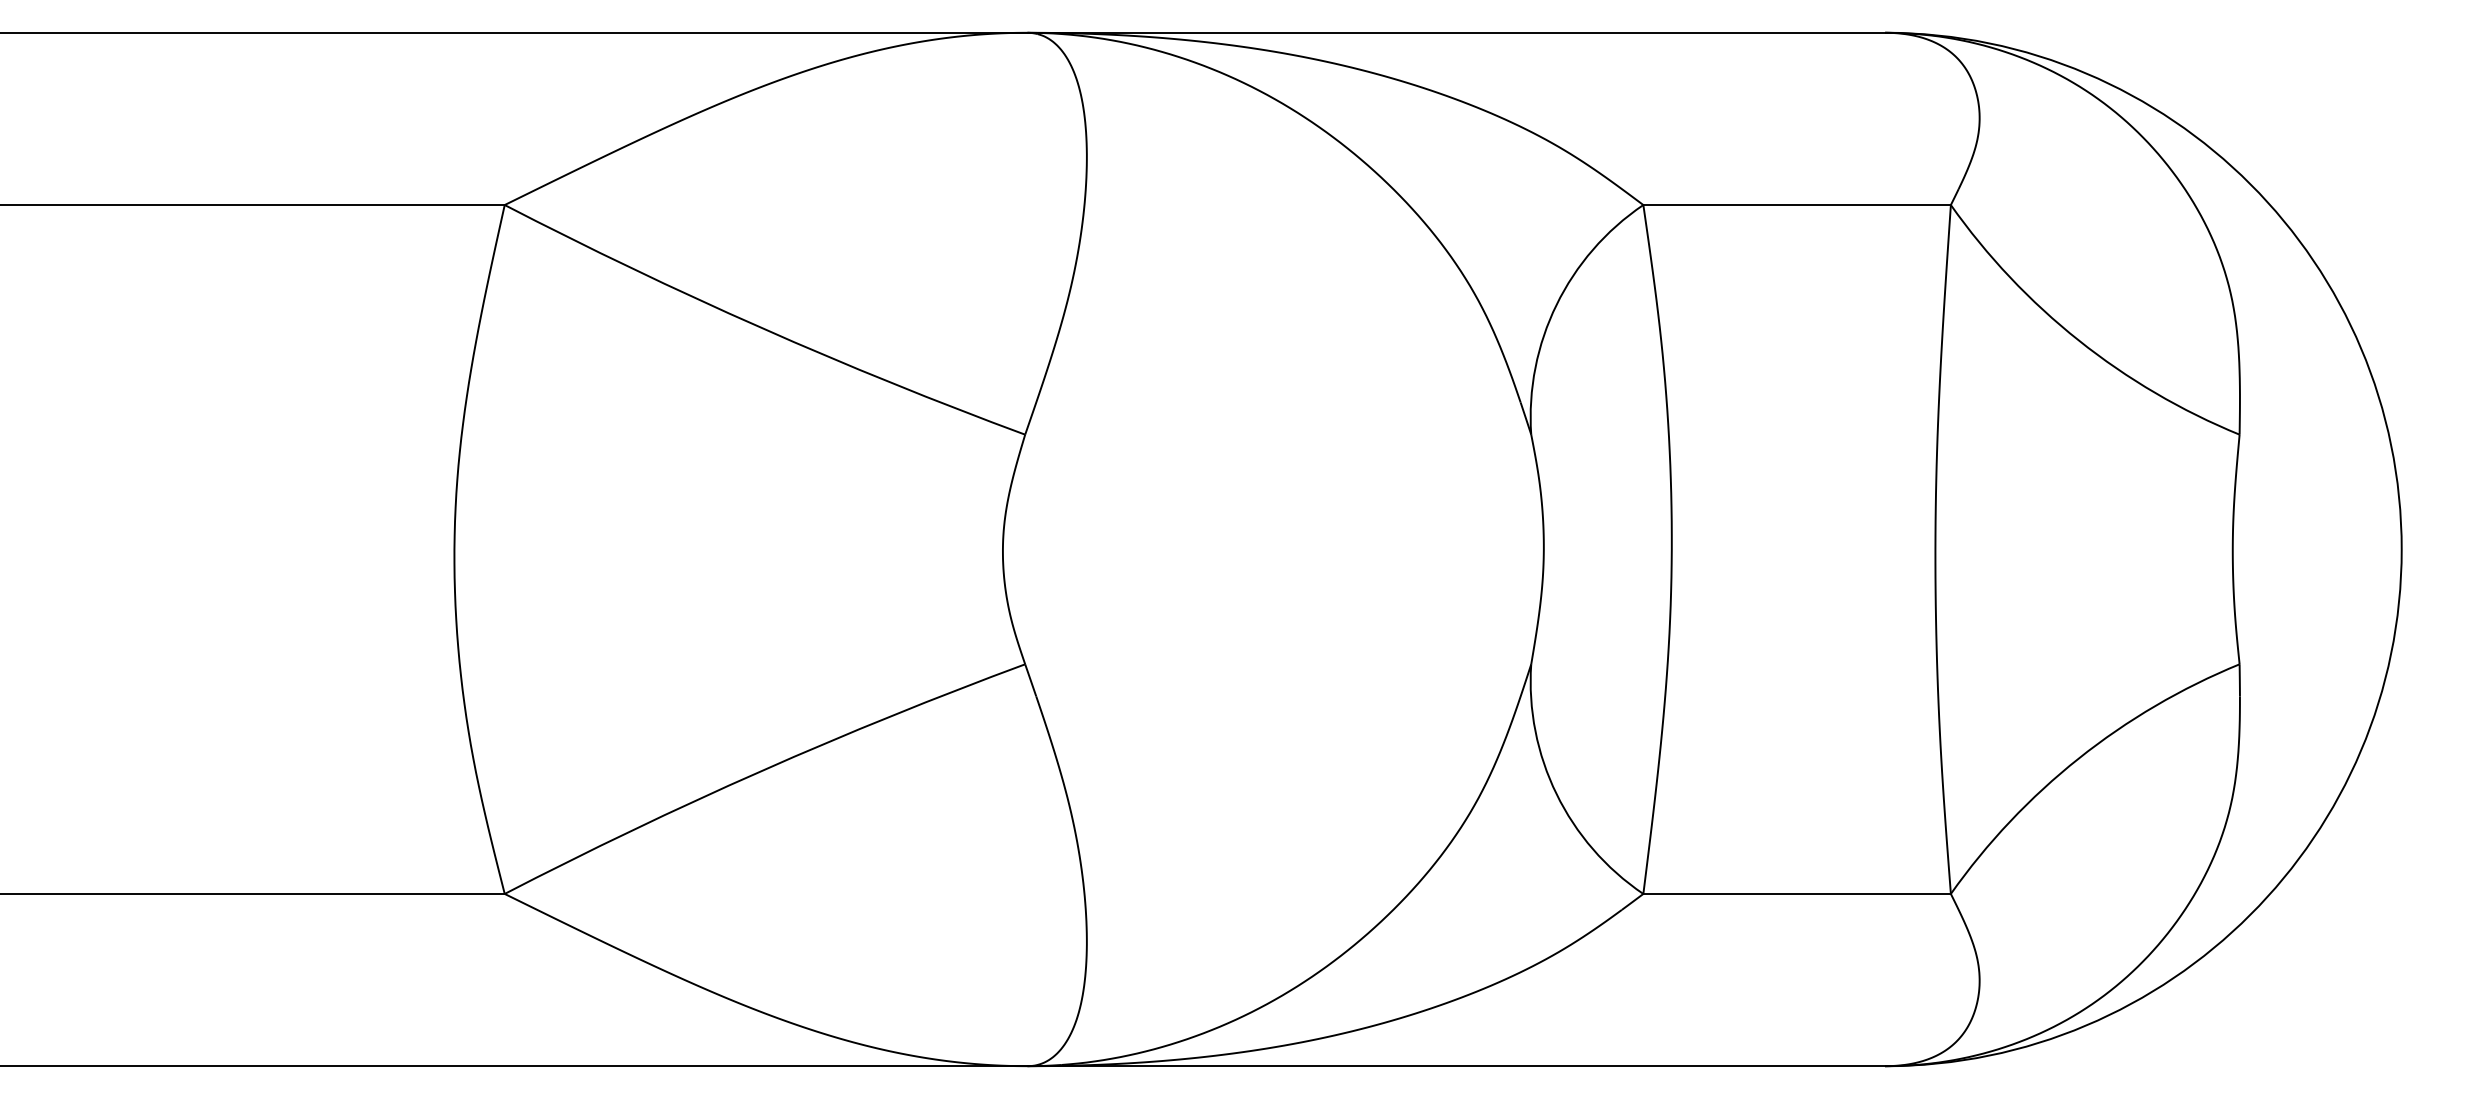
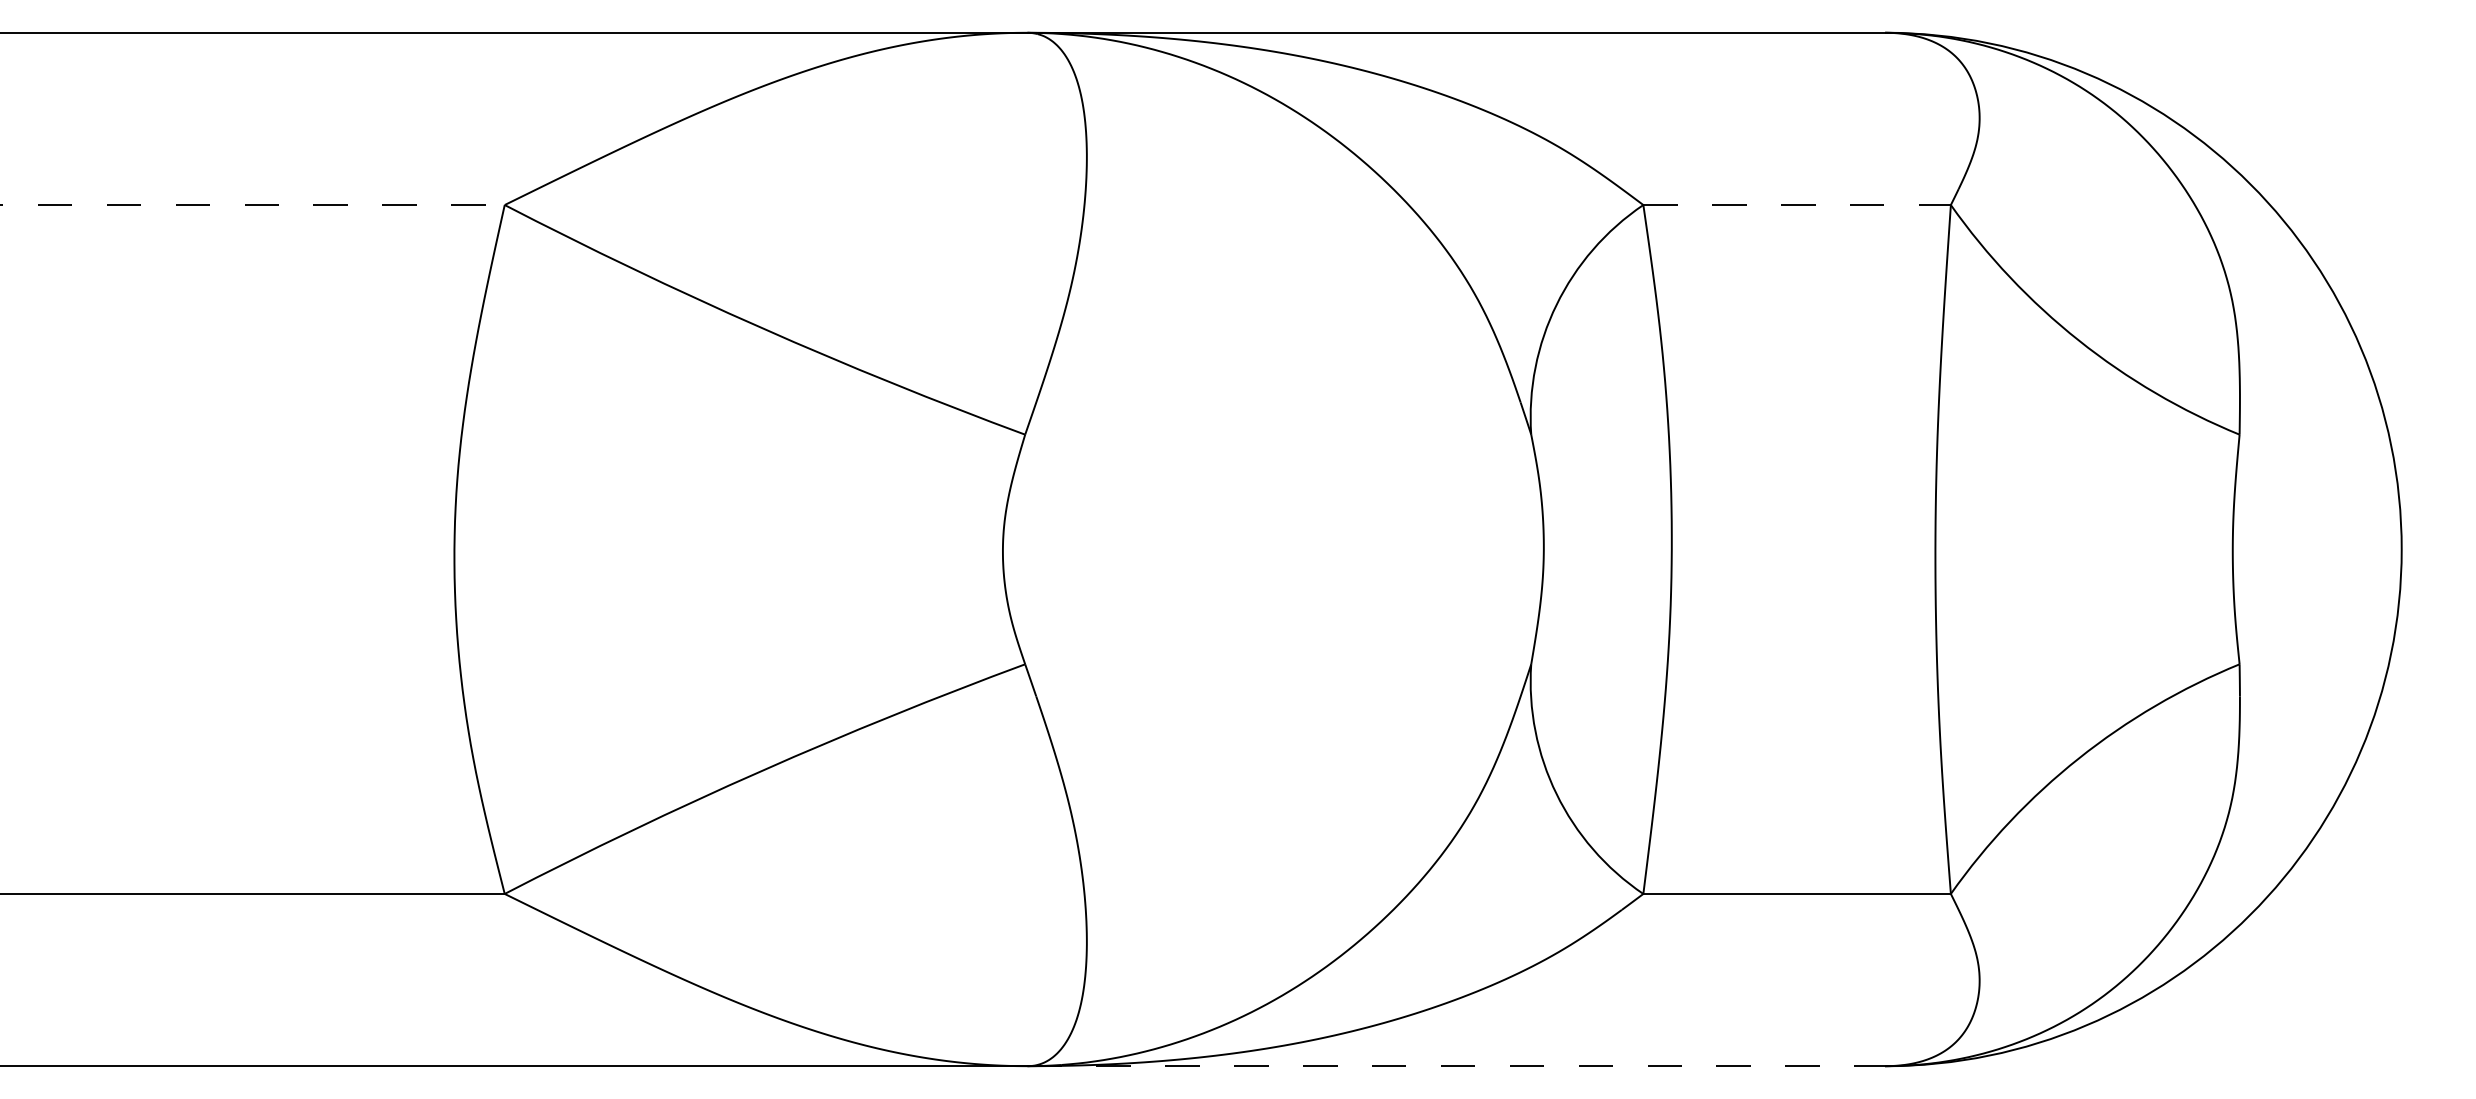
line at (252, 205): solid -> dashed
line at (1797, 205): solid -> dashed
line at (1456, 1066): solid -> dashed
